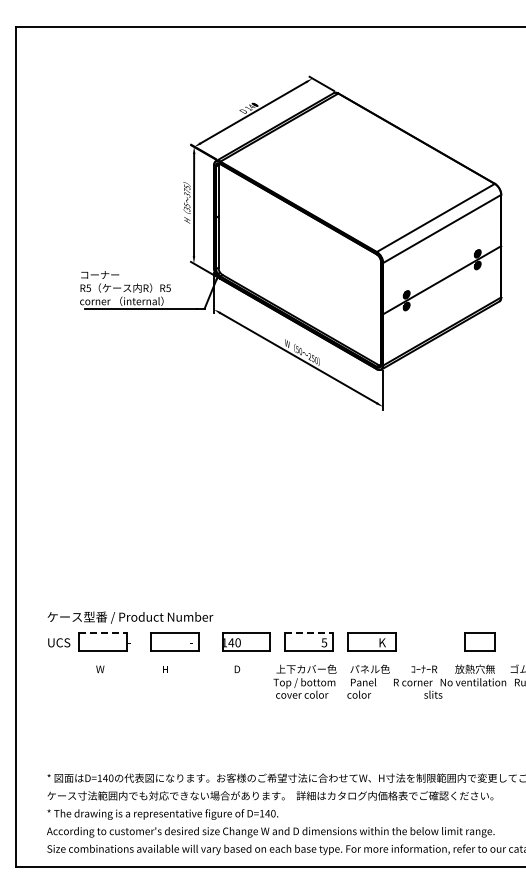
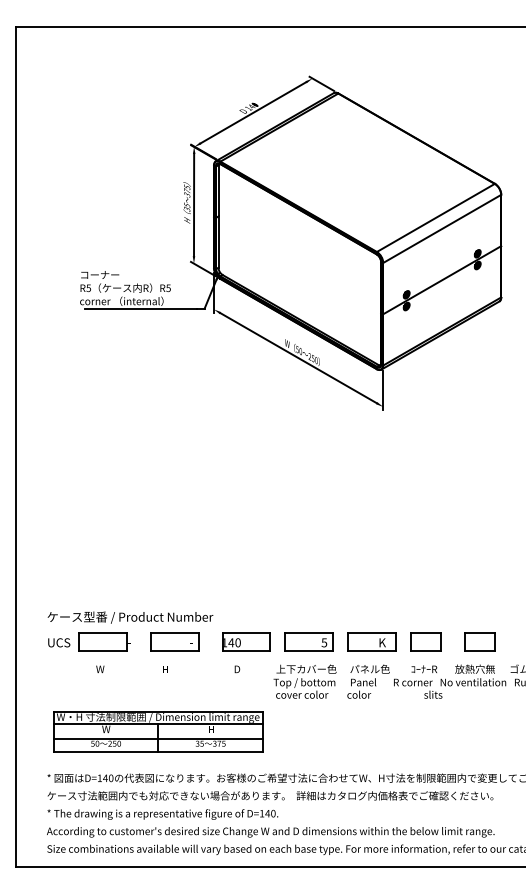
line at (103, 633): dashed -> solid
line at (309, 633): dashed -> solid
part at (425, 641): none -> present
part at (158, 731): none -> present
